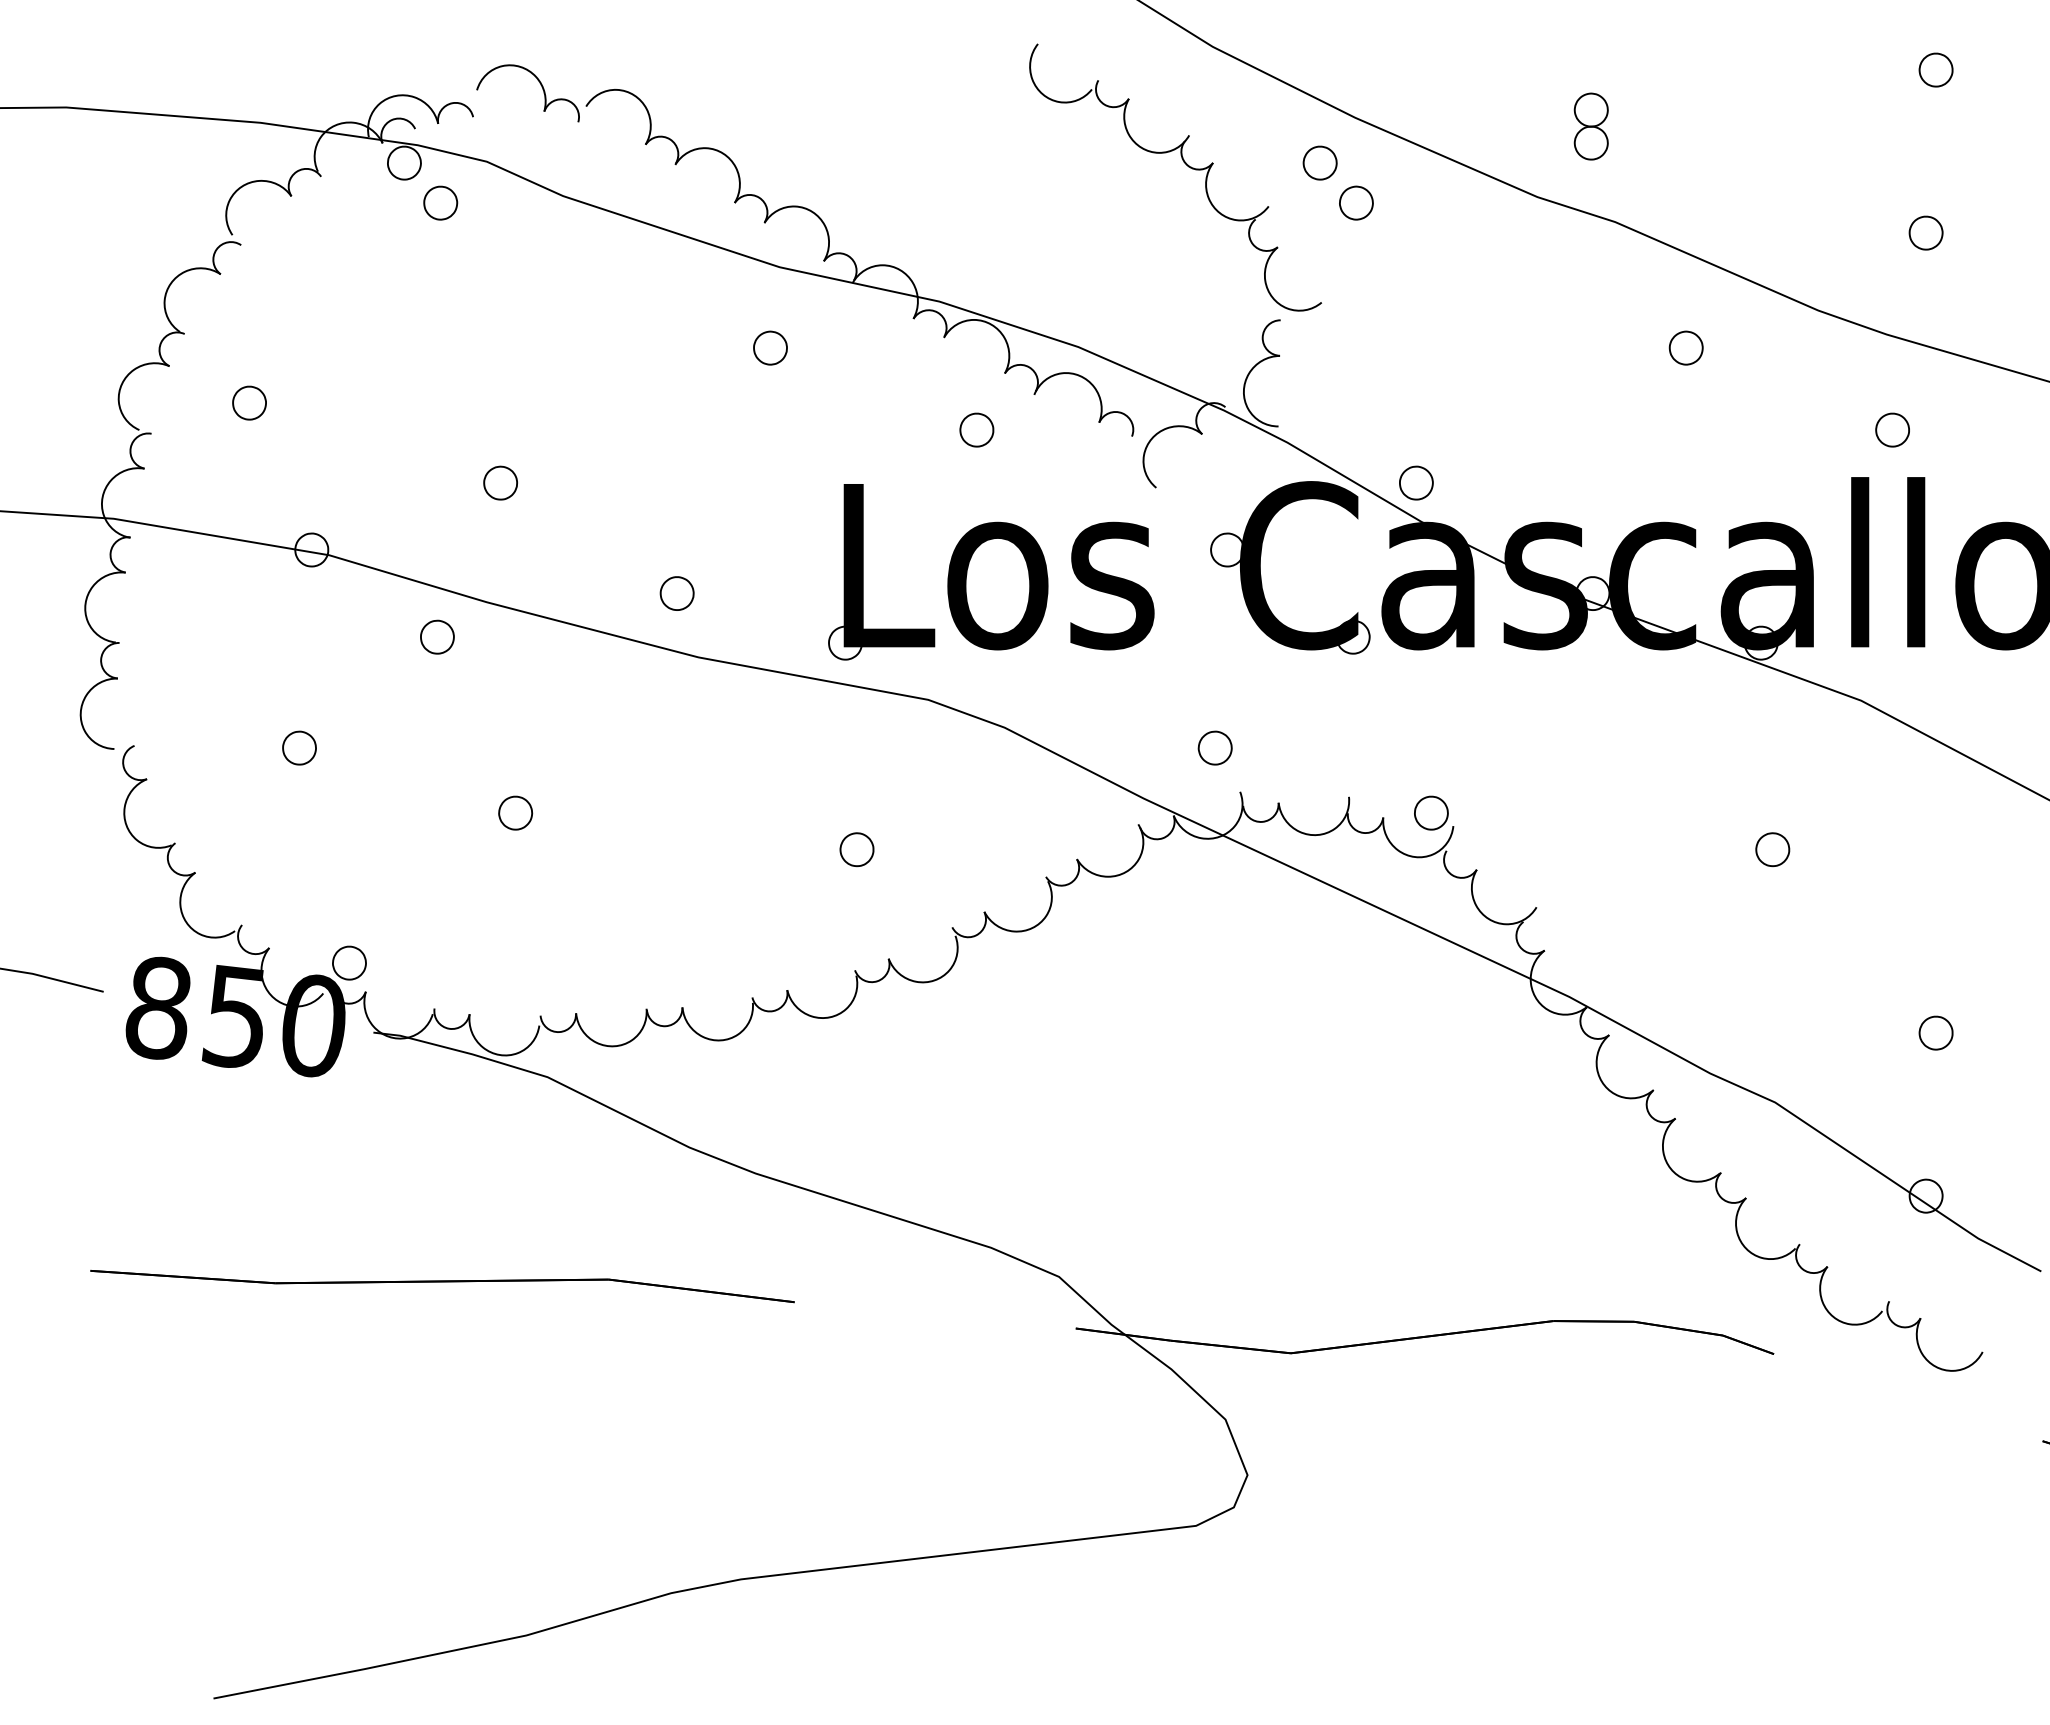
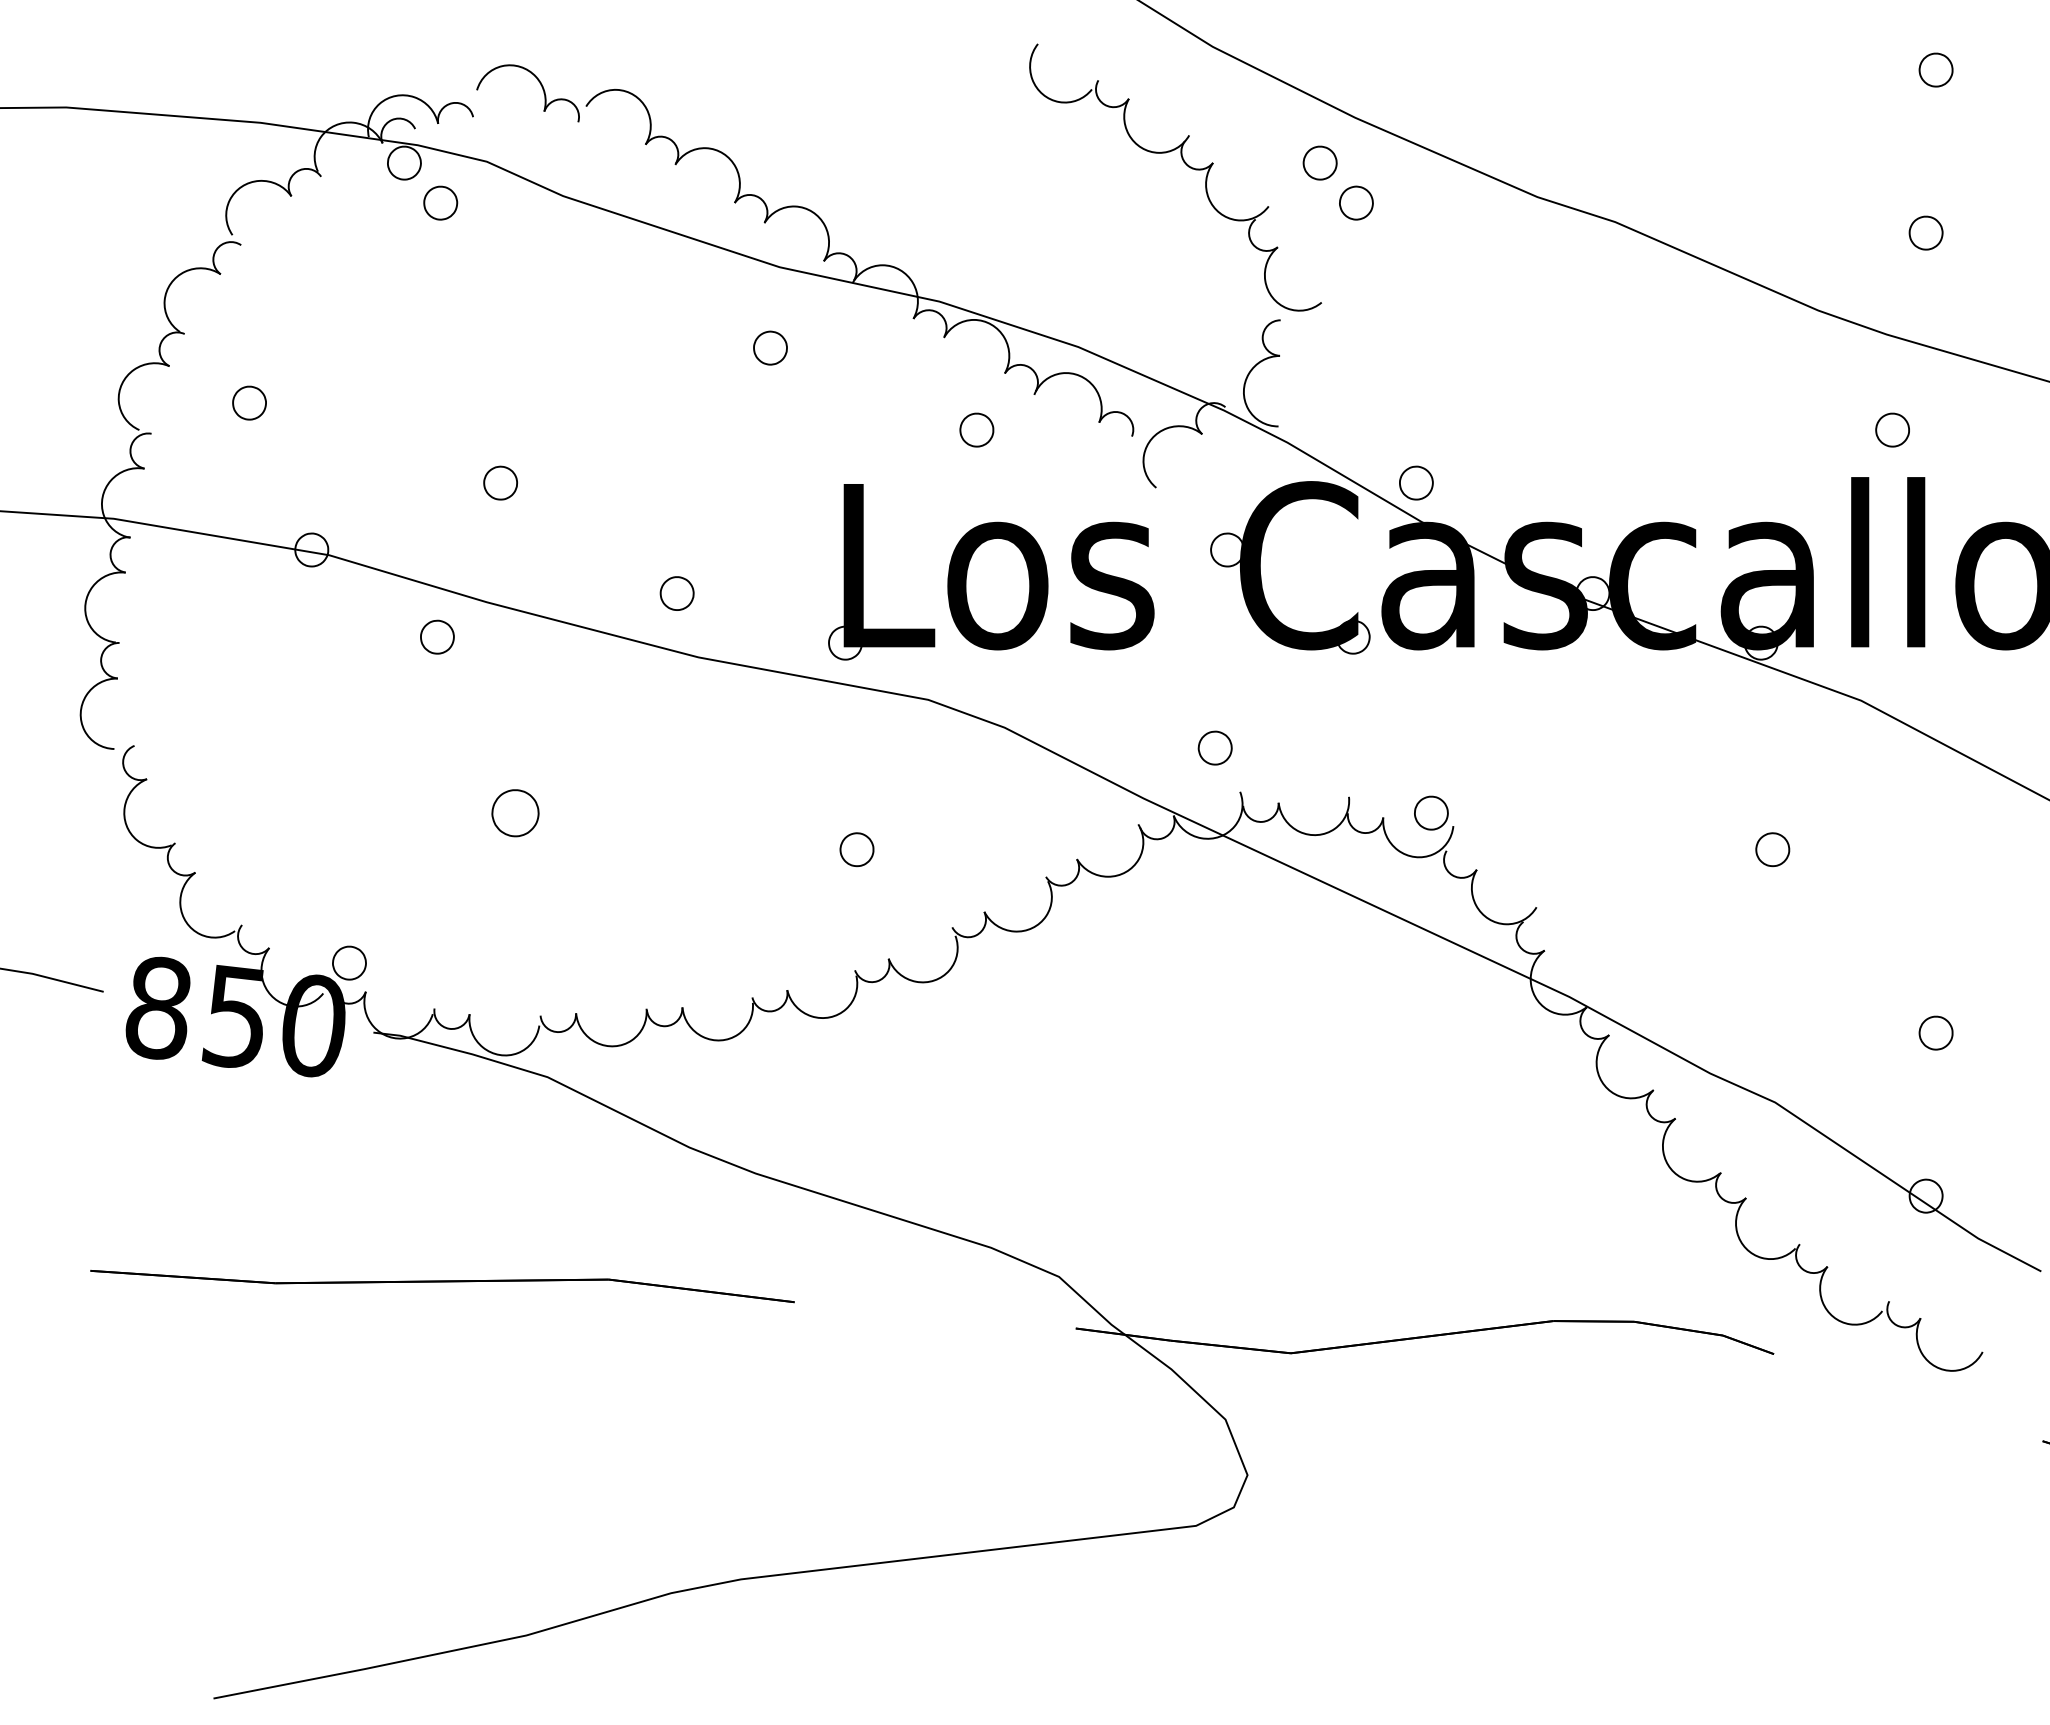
part at (1590, 126): present -> none
part at (1685, 347): present -> none
part at (299, 747): present -> none
part at (515, 812) size: 36x36 px -> 49x49 px
